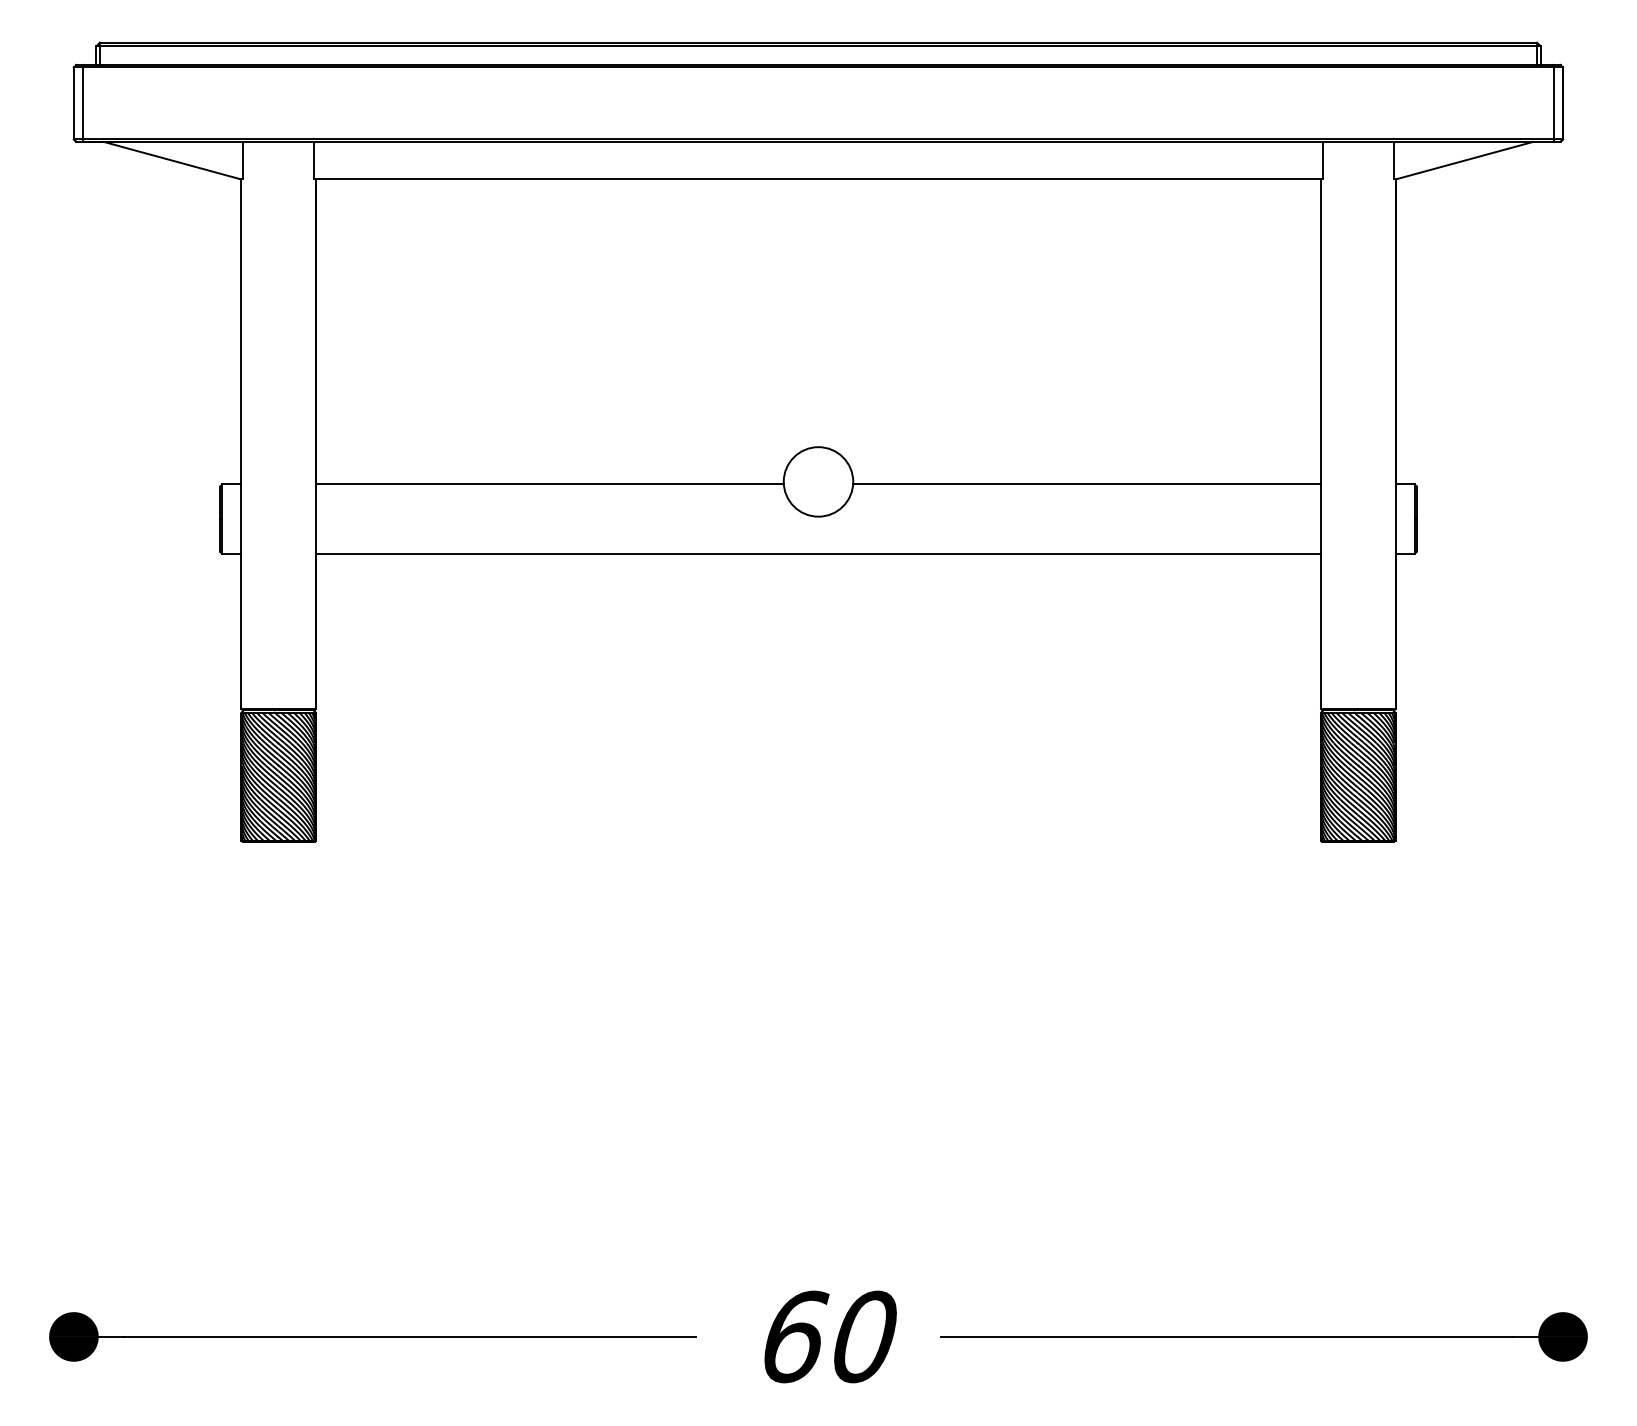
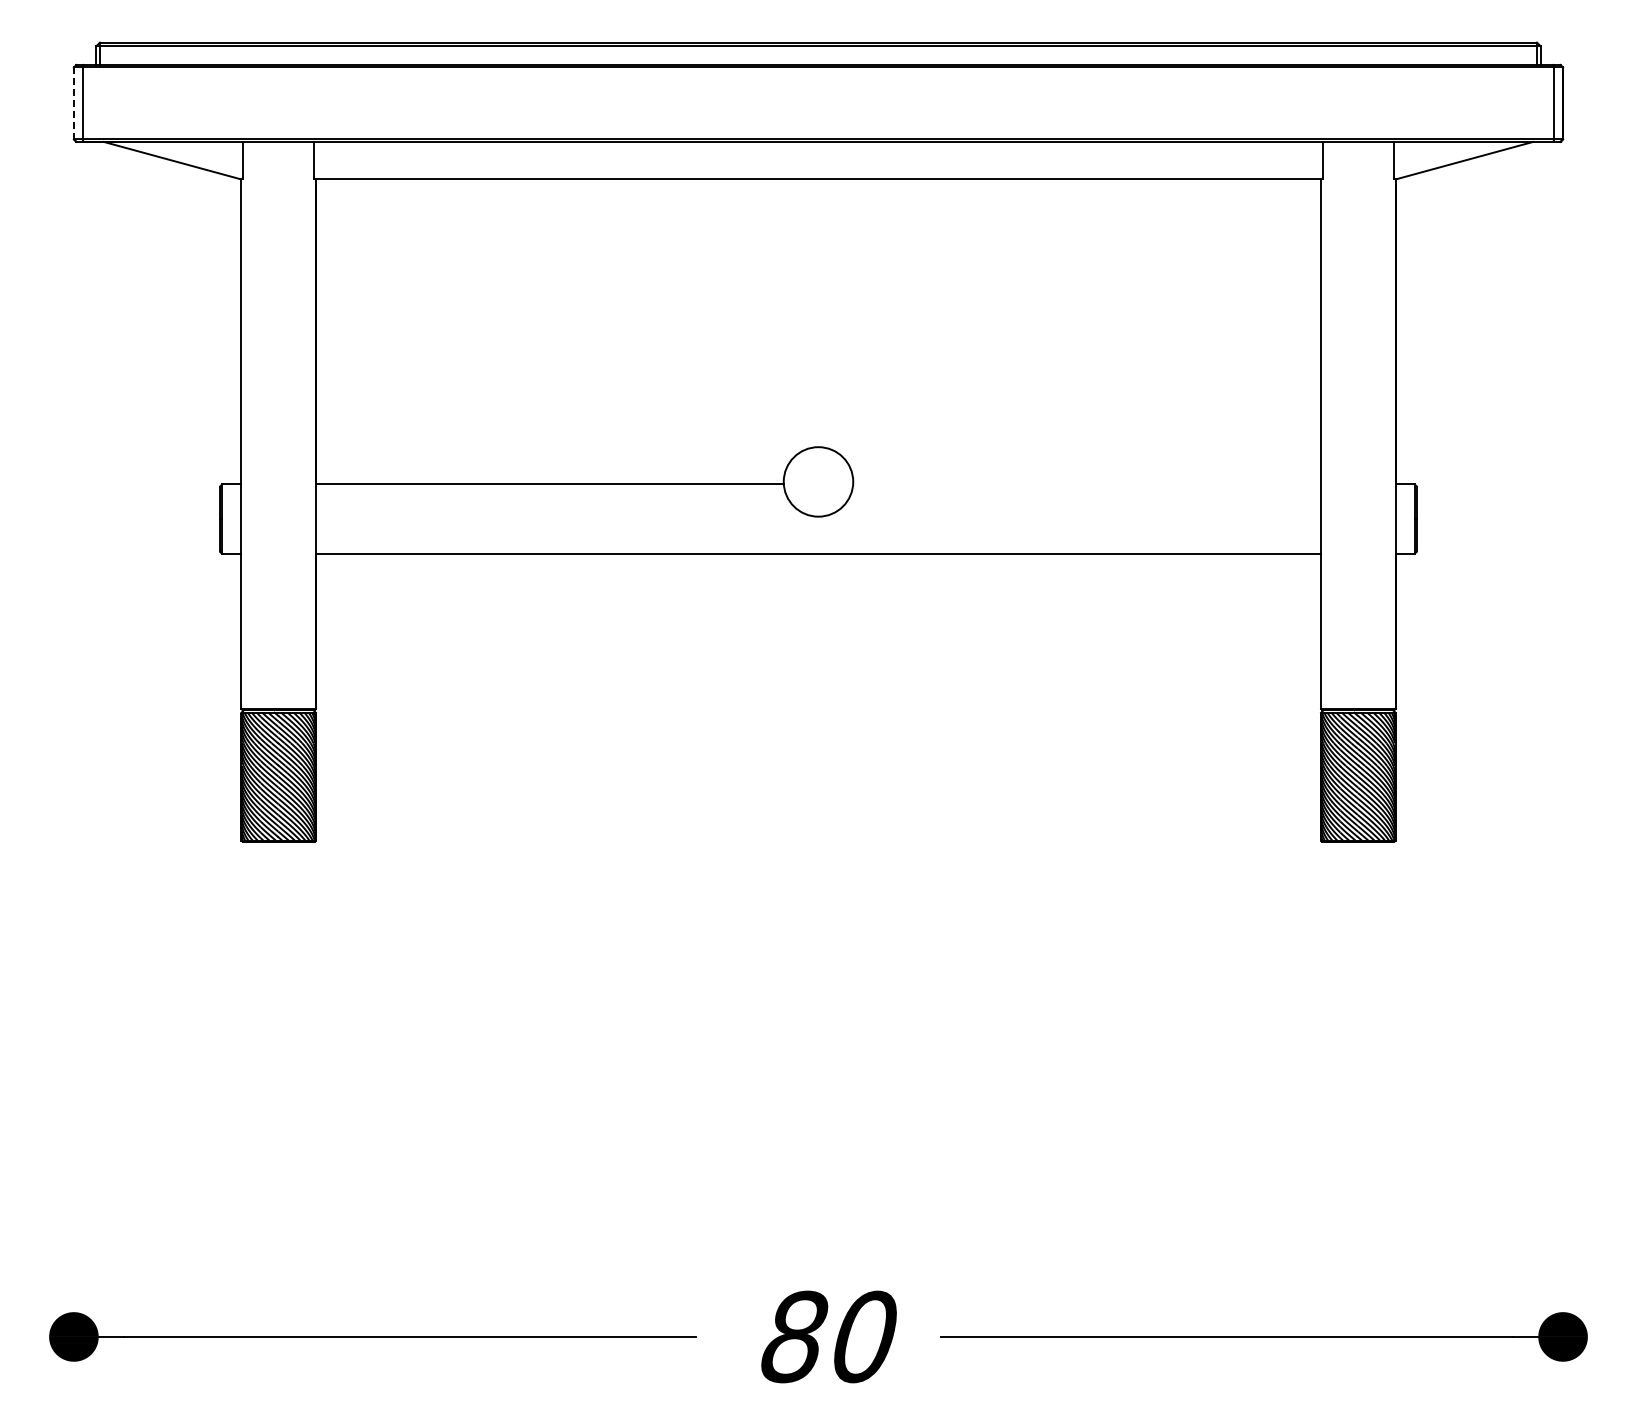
line at (73, 103): solid -> dashed
line at (1087, 484): present -> none
text at (795, 1336): 60 -> 80
